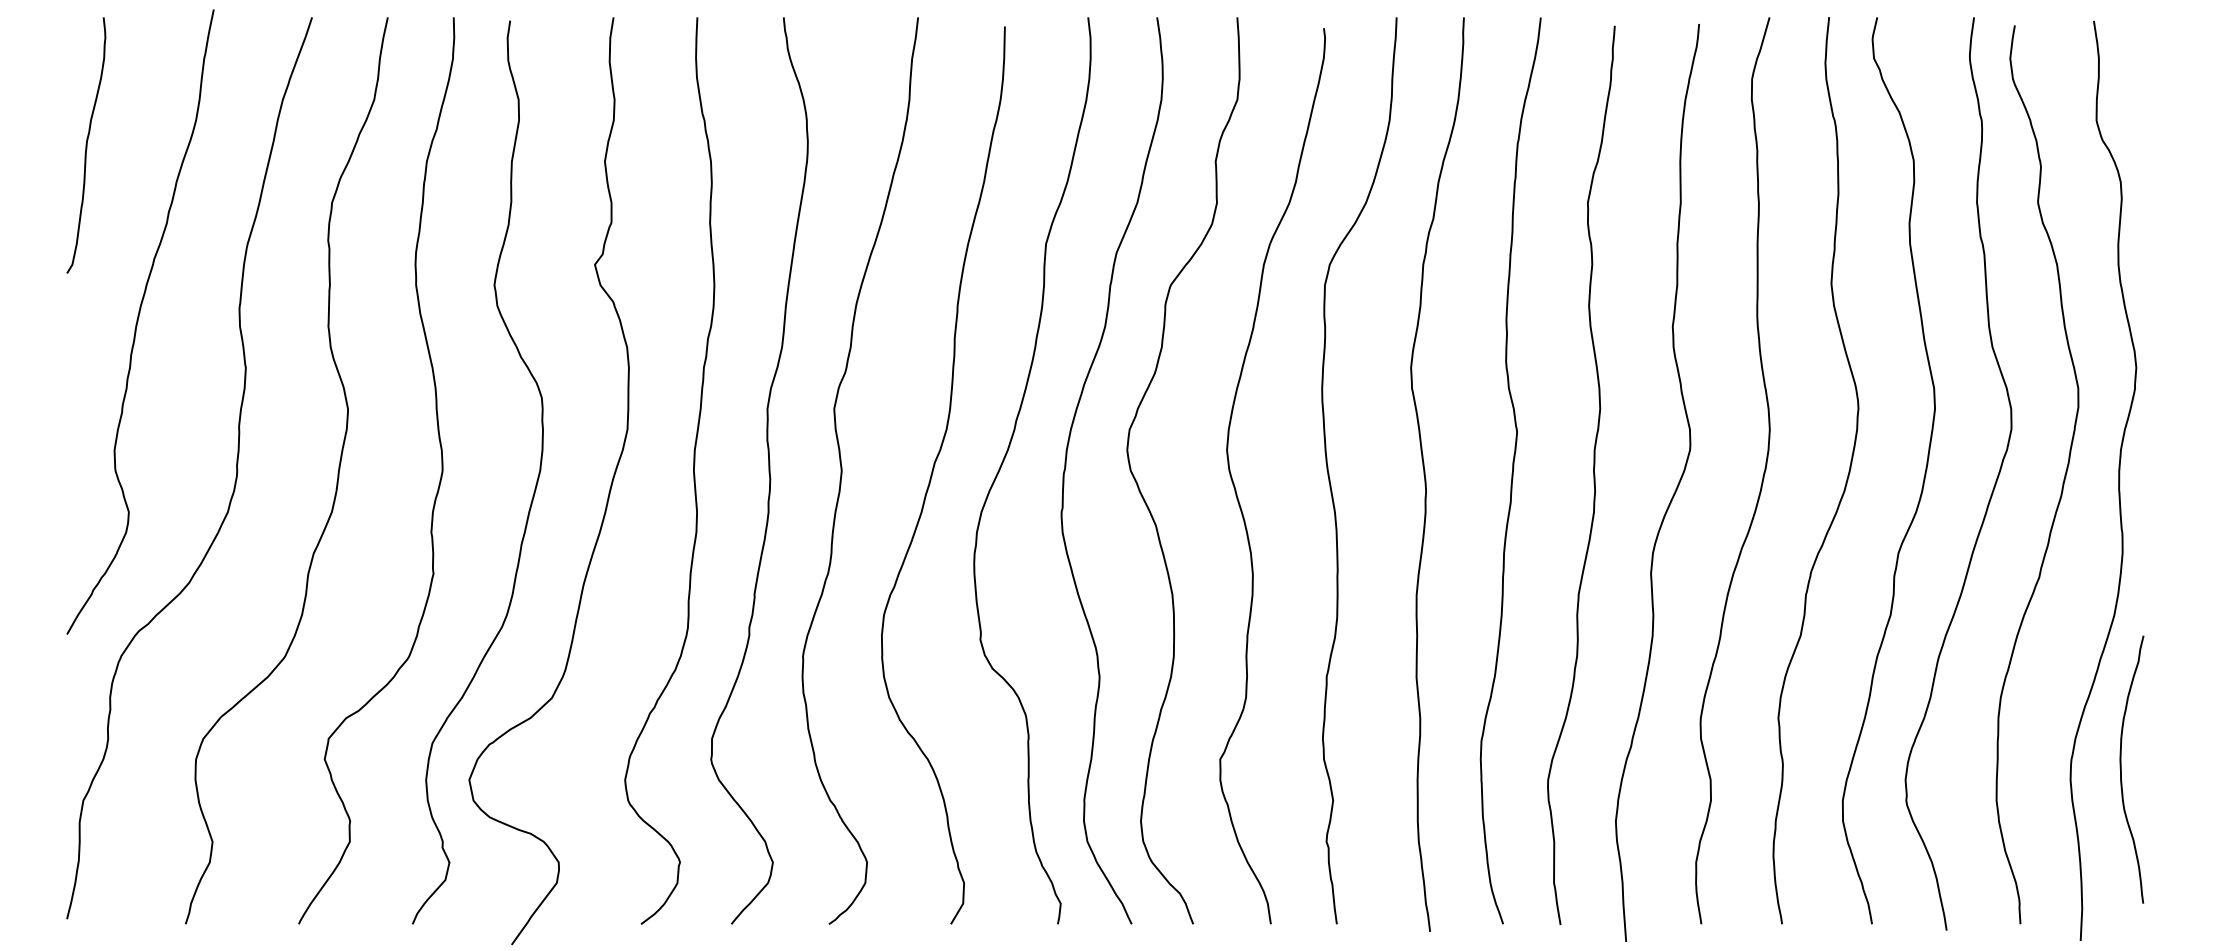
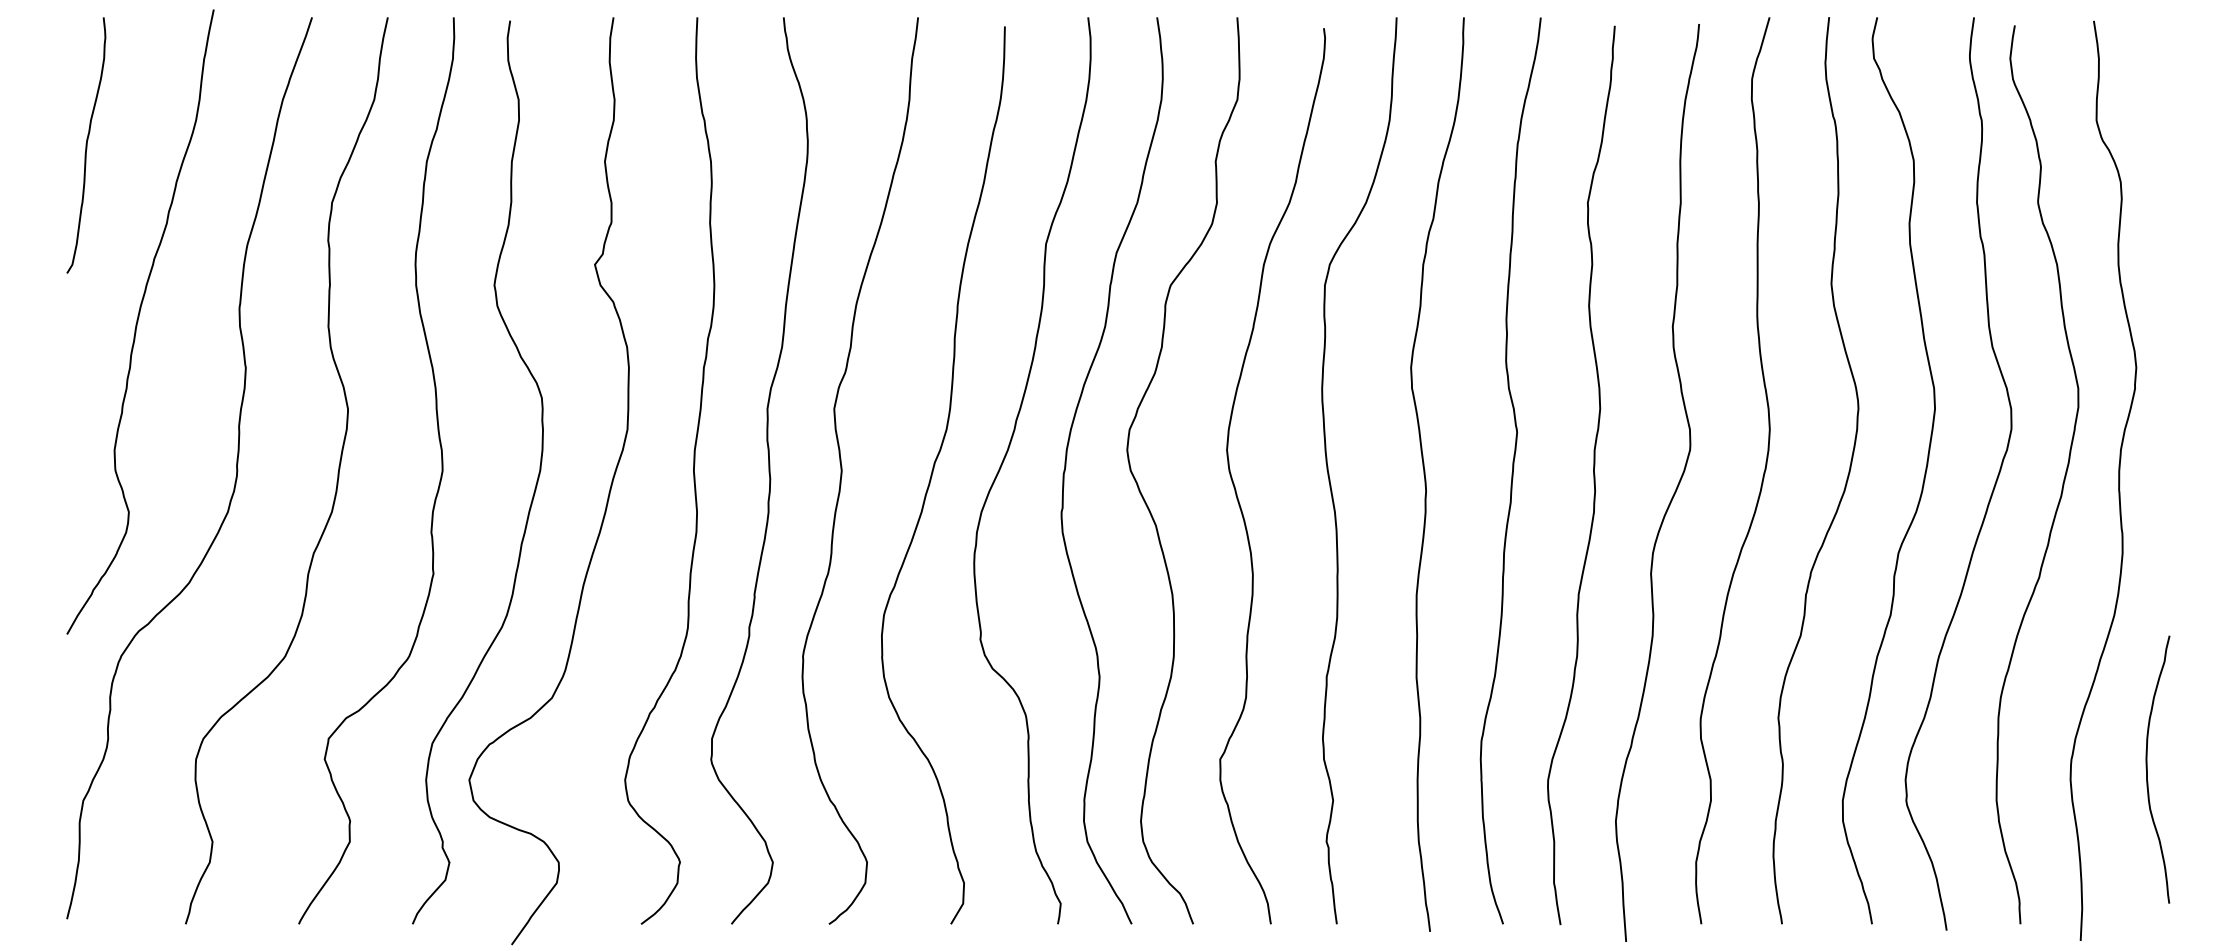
curve at (2121, 769) position: (2121, 769) -> (2147, 769)
